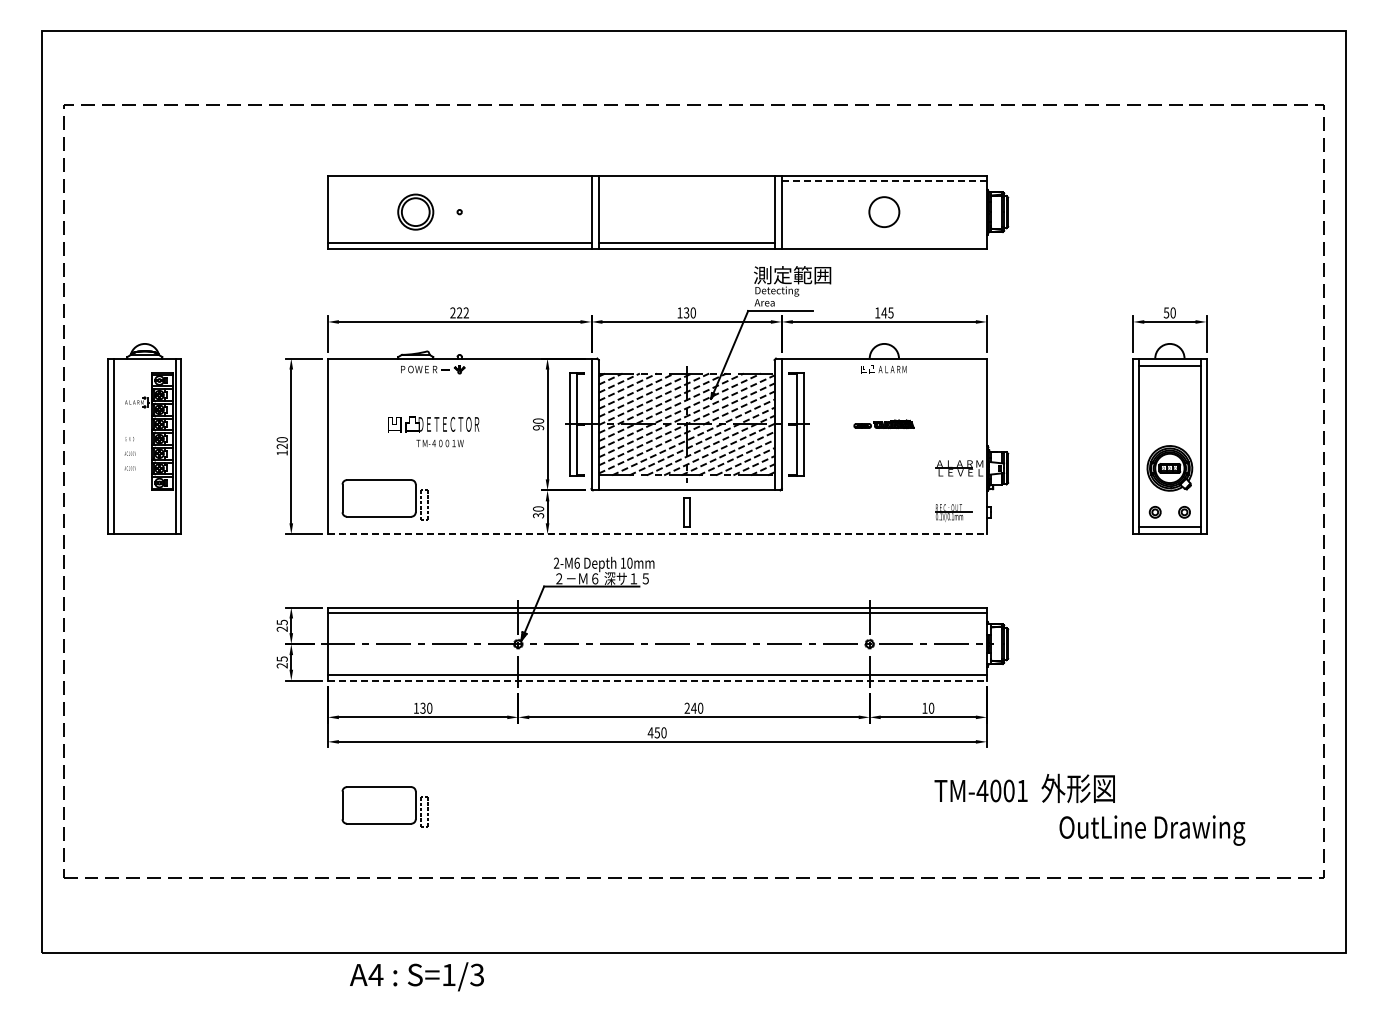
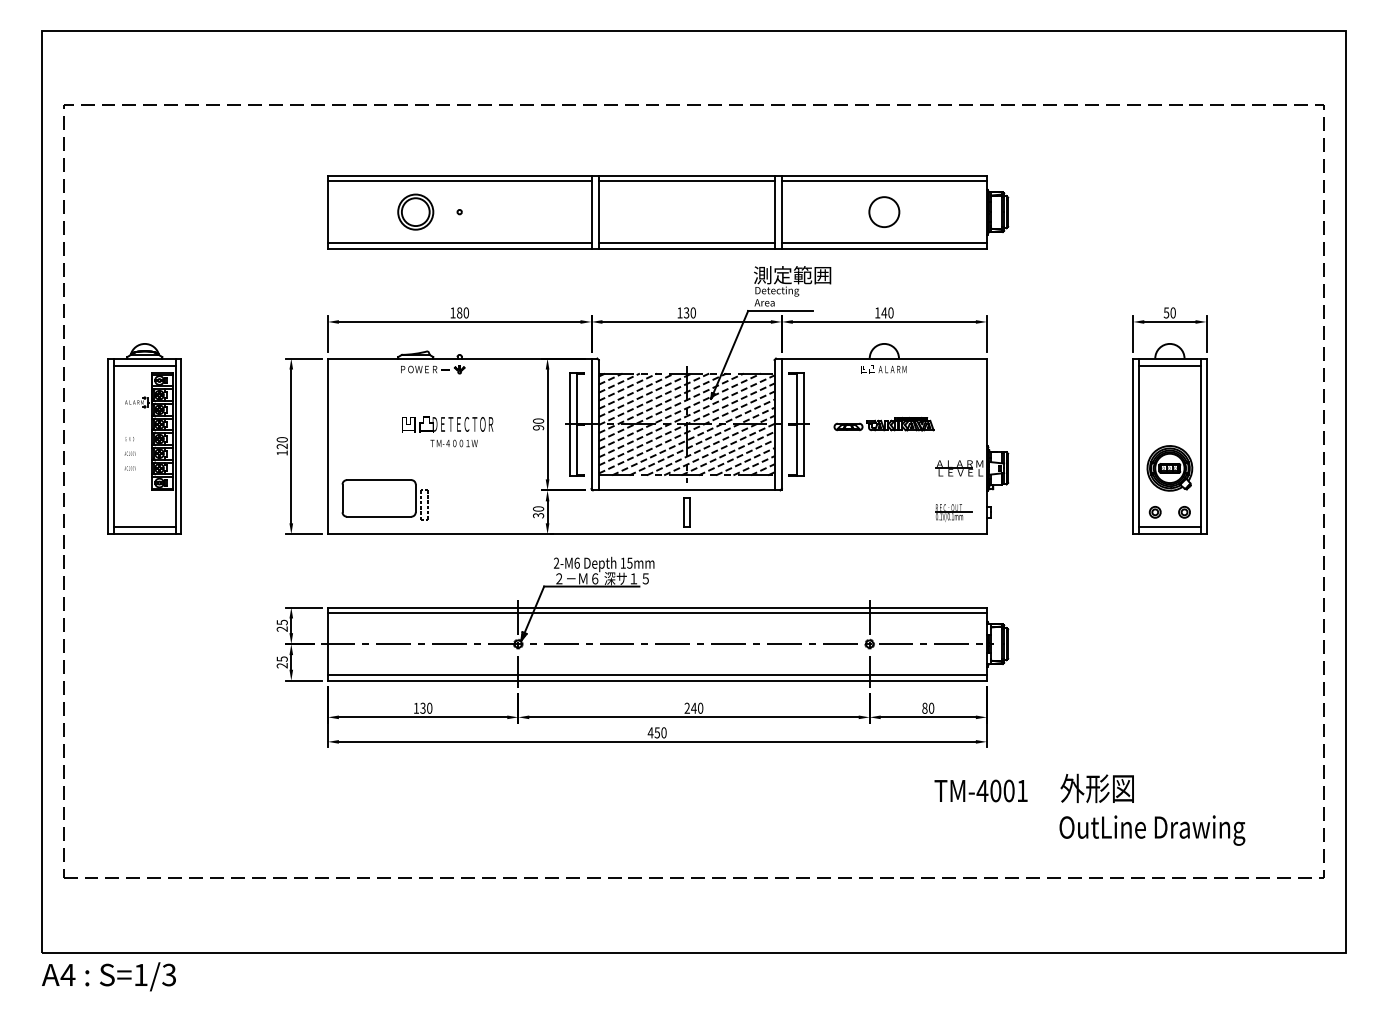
line at (459, 181): none -> present
line at (686, 181): none -> present
line at (884, 181): dashed -> solid
line at (883, 242): none -> present
text at (459, 312): 222 -> 180
text at (890, 312): 145 -> 140
line at (144, 365): none -> present
part at (883, 424) size: 62x11 px -> 102x15 px
text at (433, 431) position: (433, 431) -> (447, 431)
line at (144, 526): none -> present
line at (657, 534): dashed -> solid
text at (629, 562): 10mm -> 15mm
line at (657, 680): dashed -> solid
text at (924, 707): 10 -> 80
text at (1077, 788) position: (1077, 788) -> (1096, 788)
part at (384, 806): present -> none
text at (416, 976) position: (416, 976) -> (108, 976)
